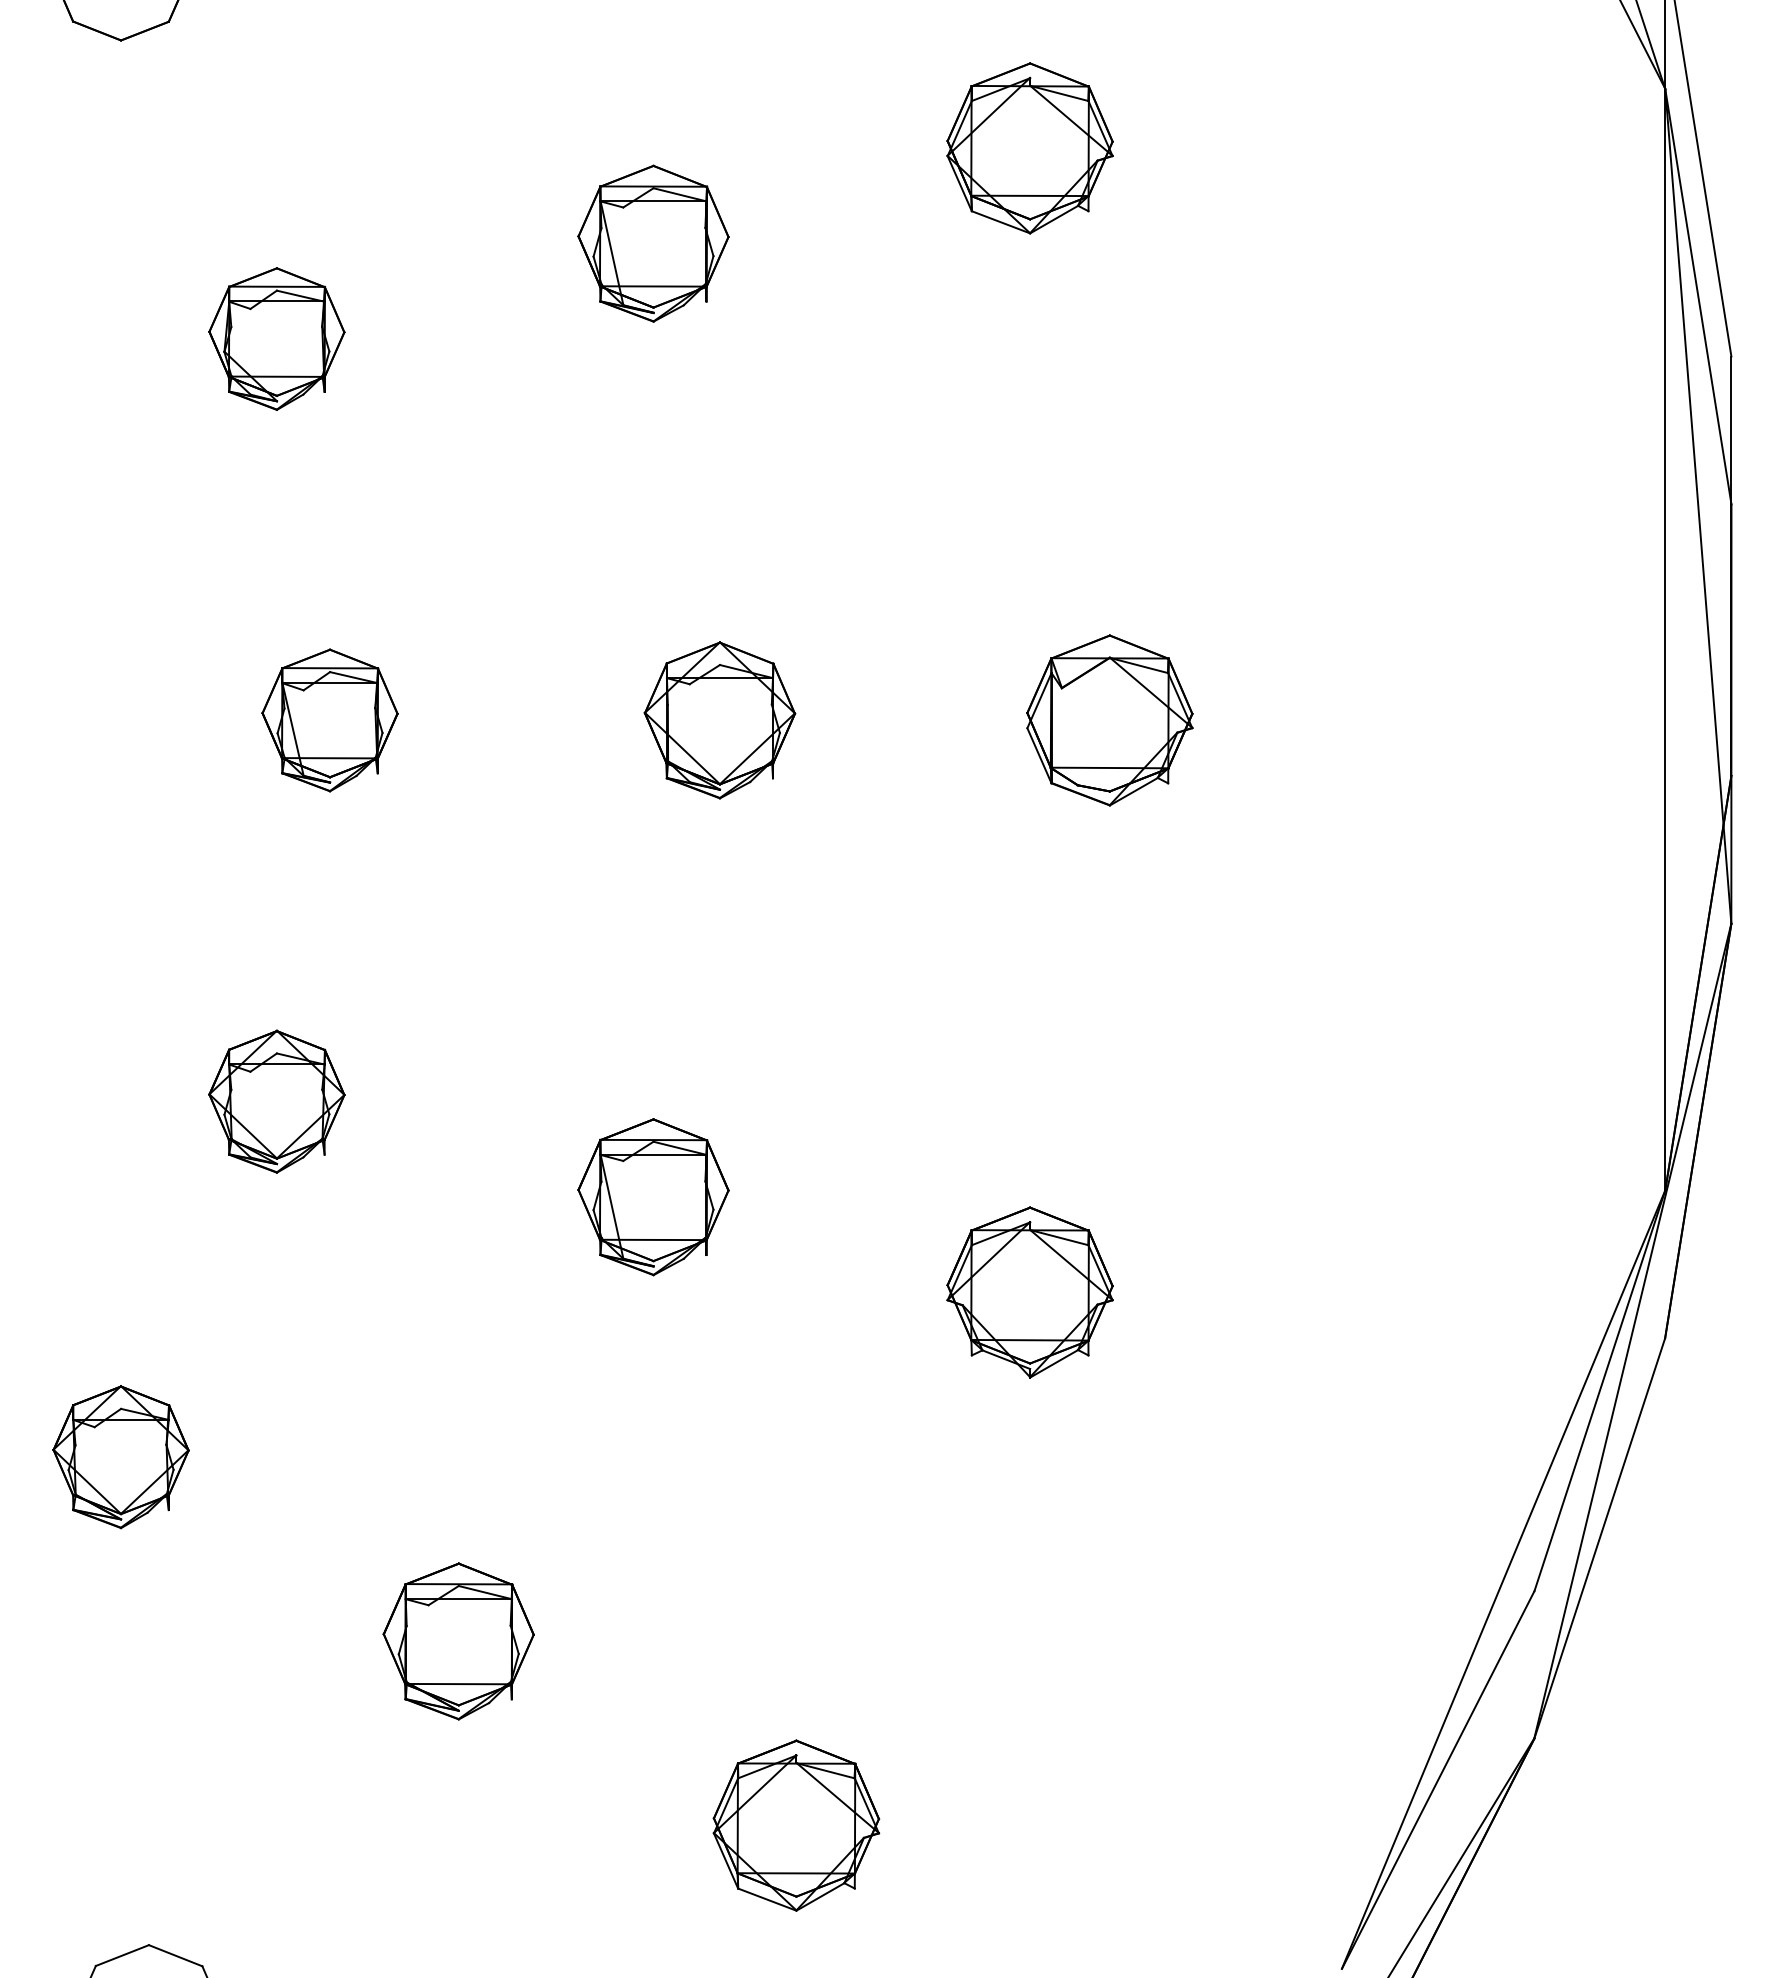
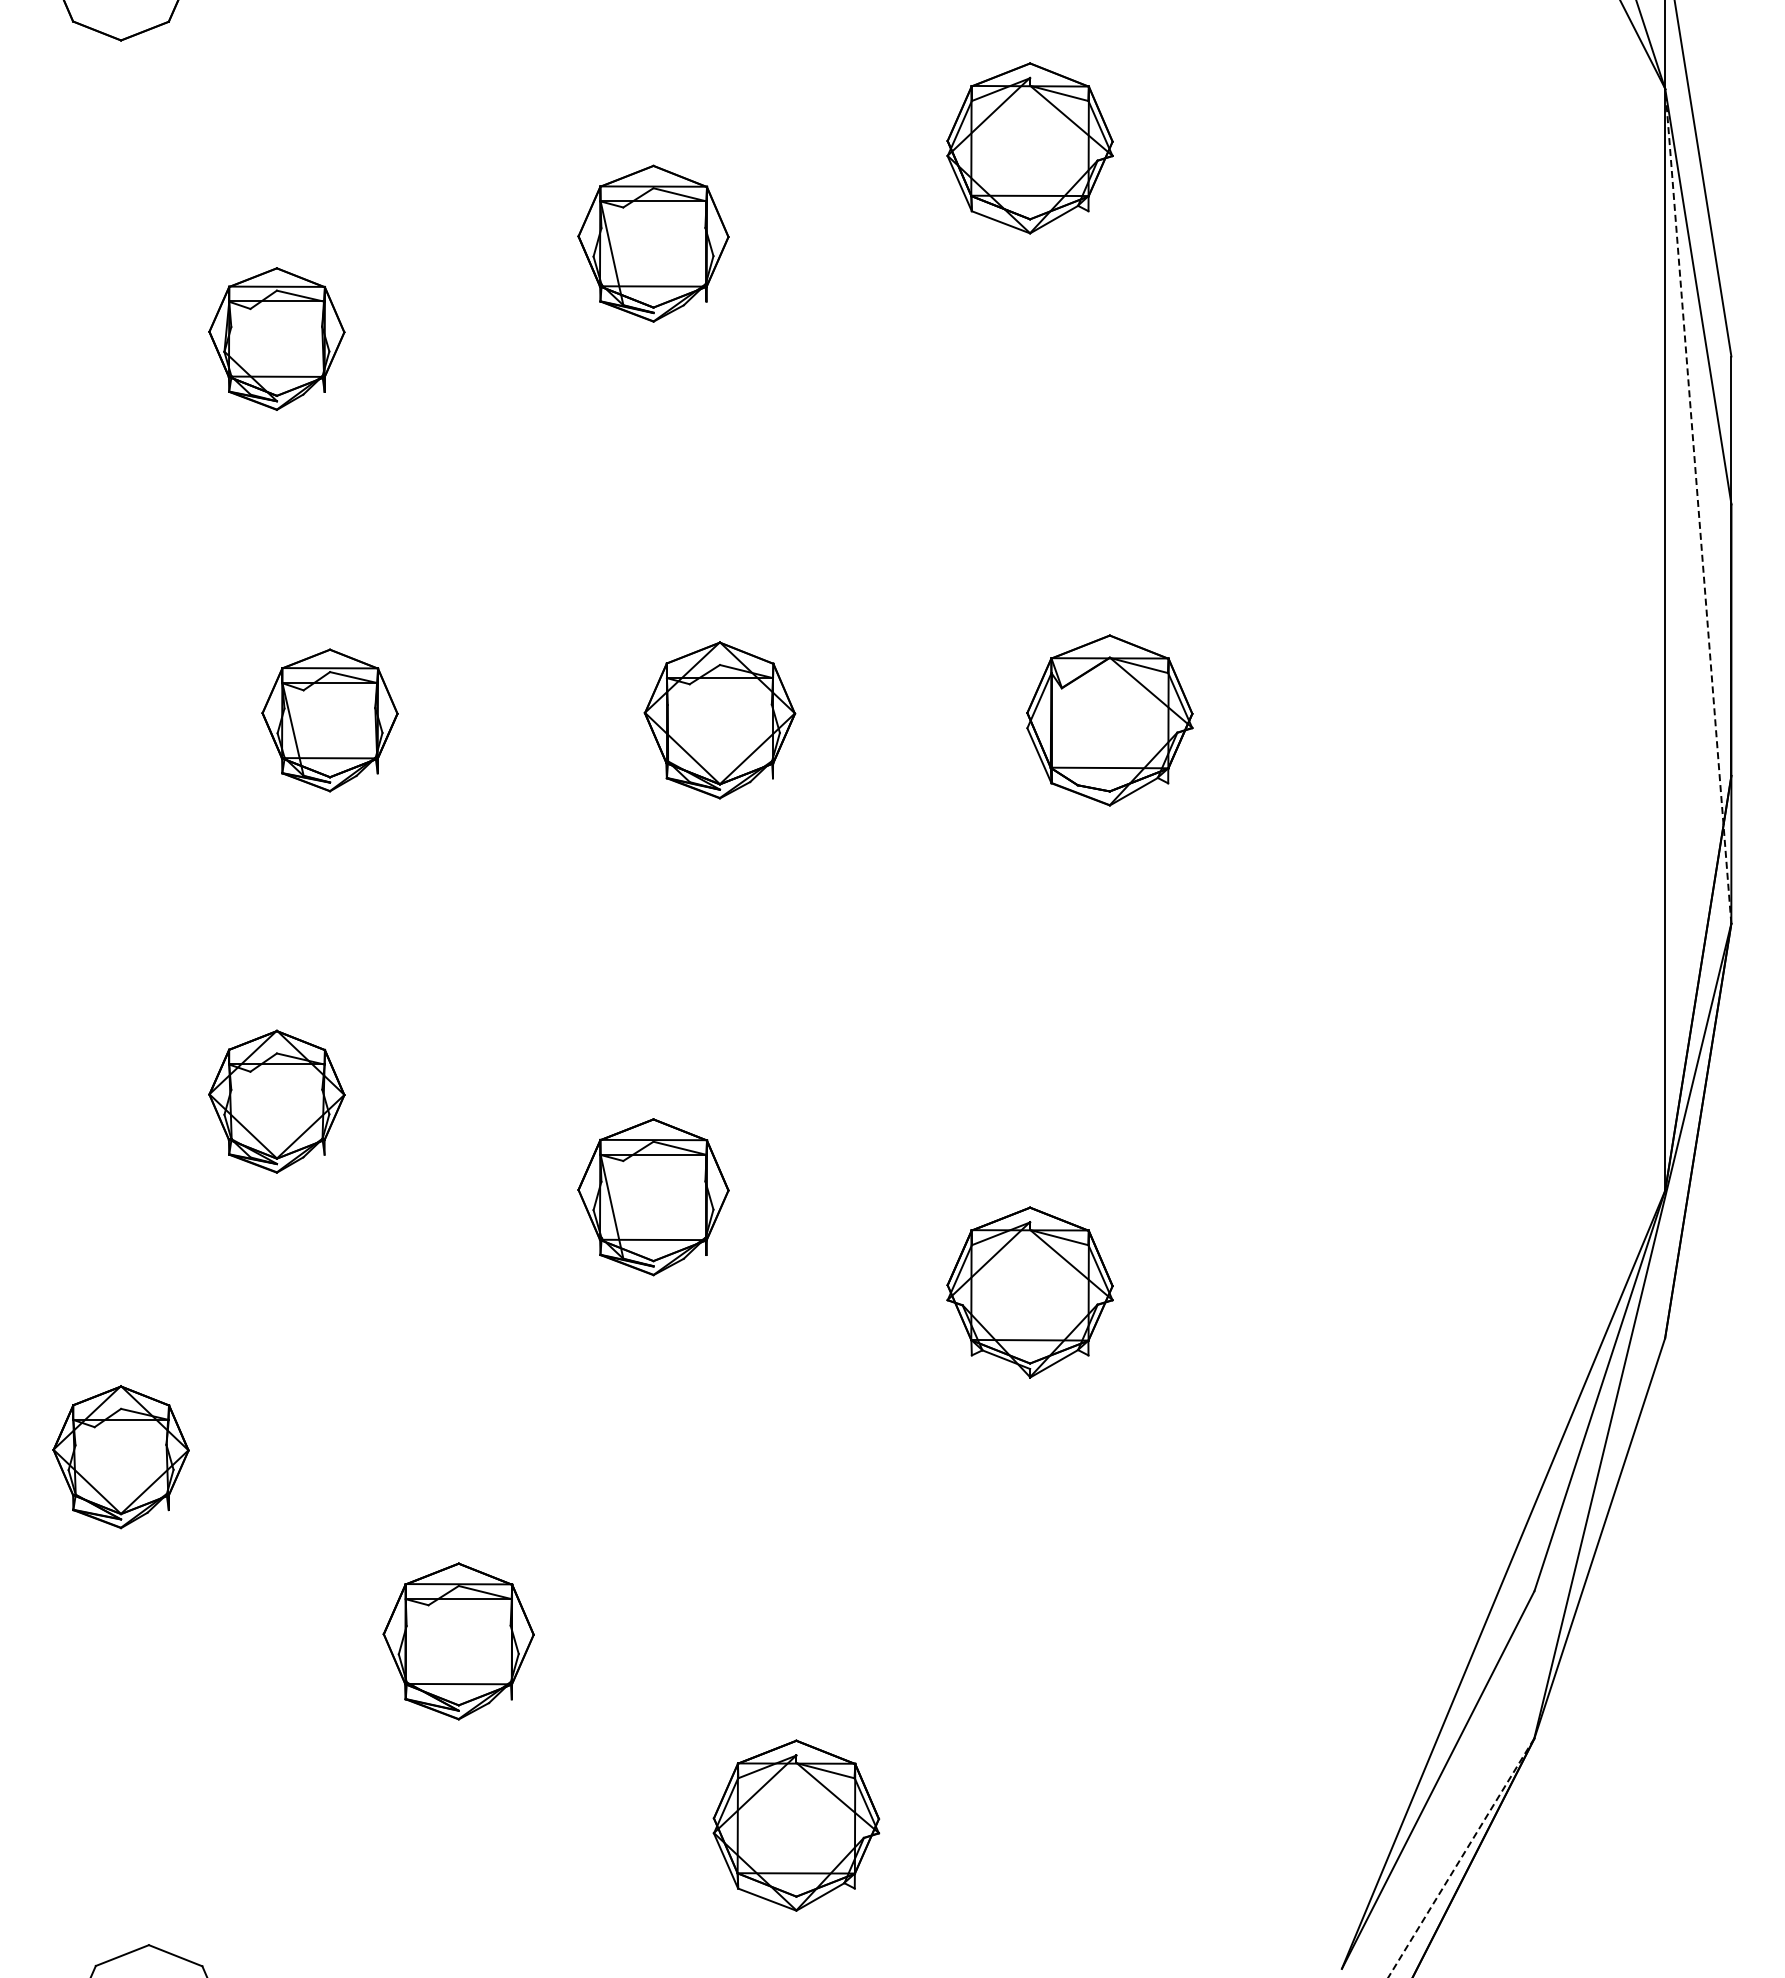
line at (1698, 506): solid -> dashed
line at (1461, 1858): solid -> dashed
